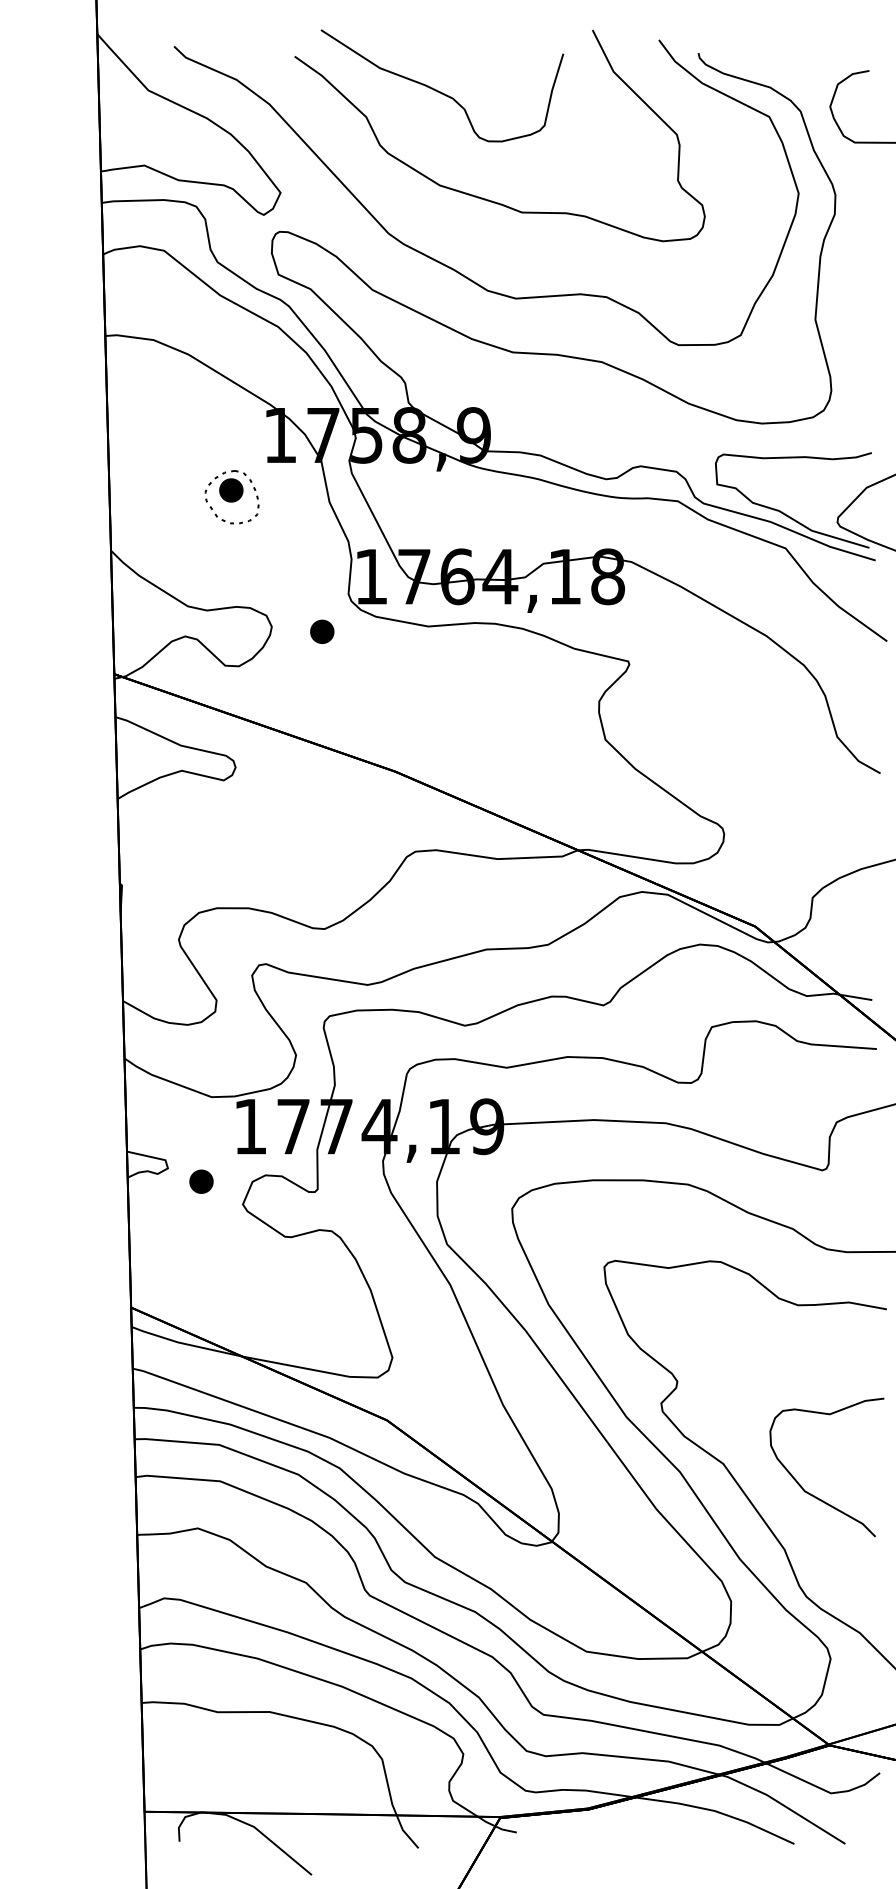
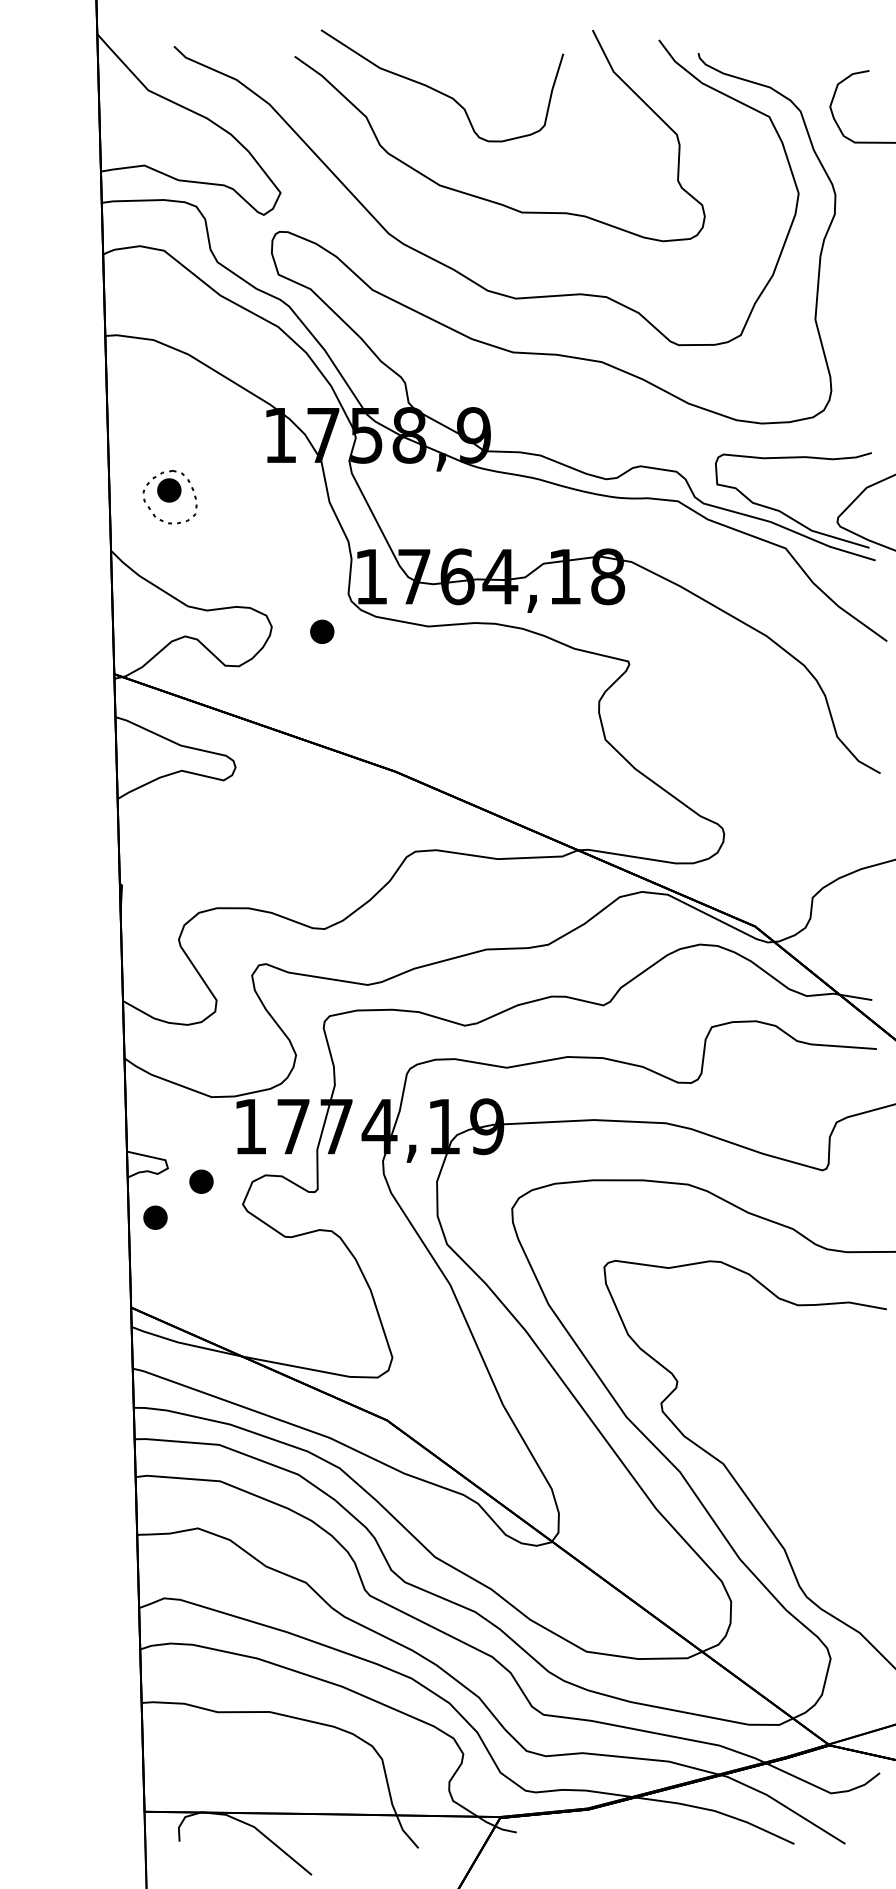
part at (231, 497) position: (231, 497) -> (169, 497)
part at (155, 1217): none -> present
curve at (811, 1493): present -> none
